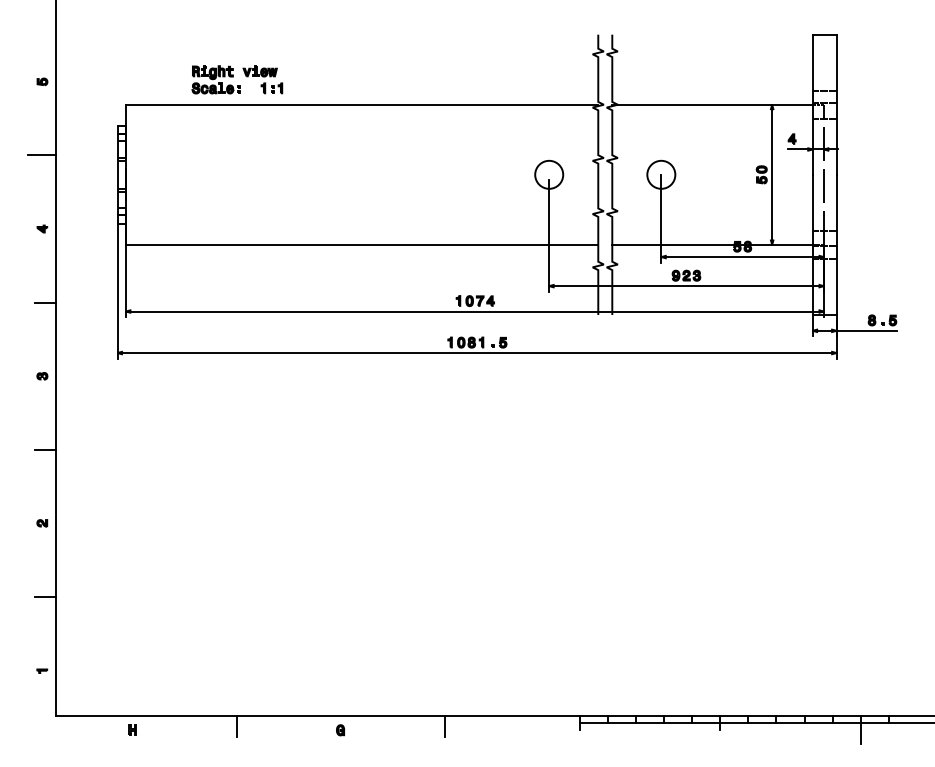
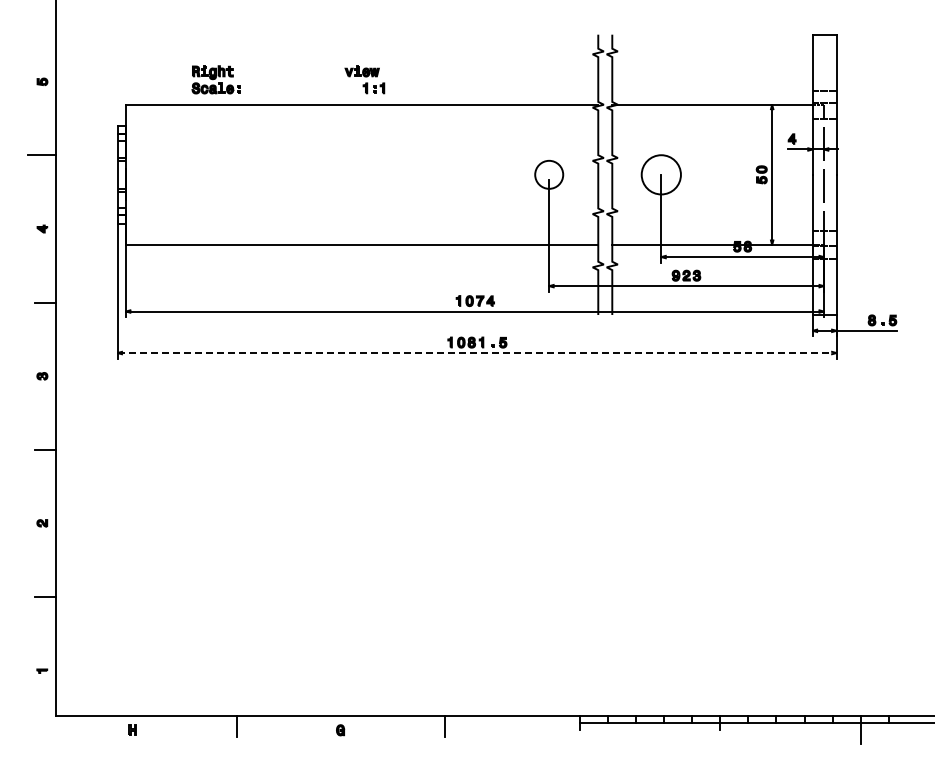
part at (262, 79) position: (262, 79) -> (364, 79)
circle at (661, 174) diameter: 28 px -> 39 px
line at (477, 353): solid -> dashed
